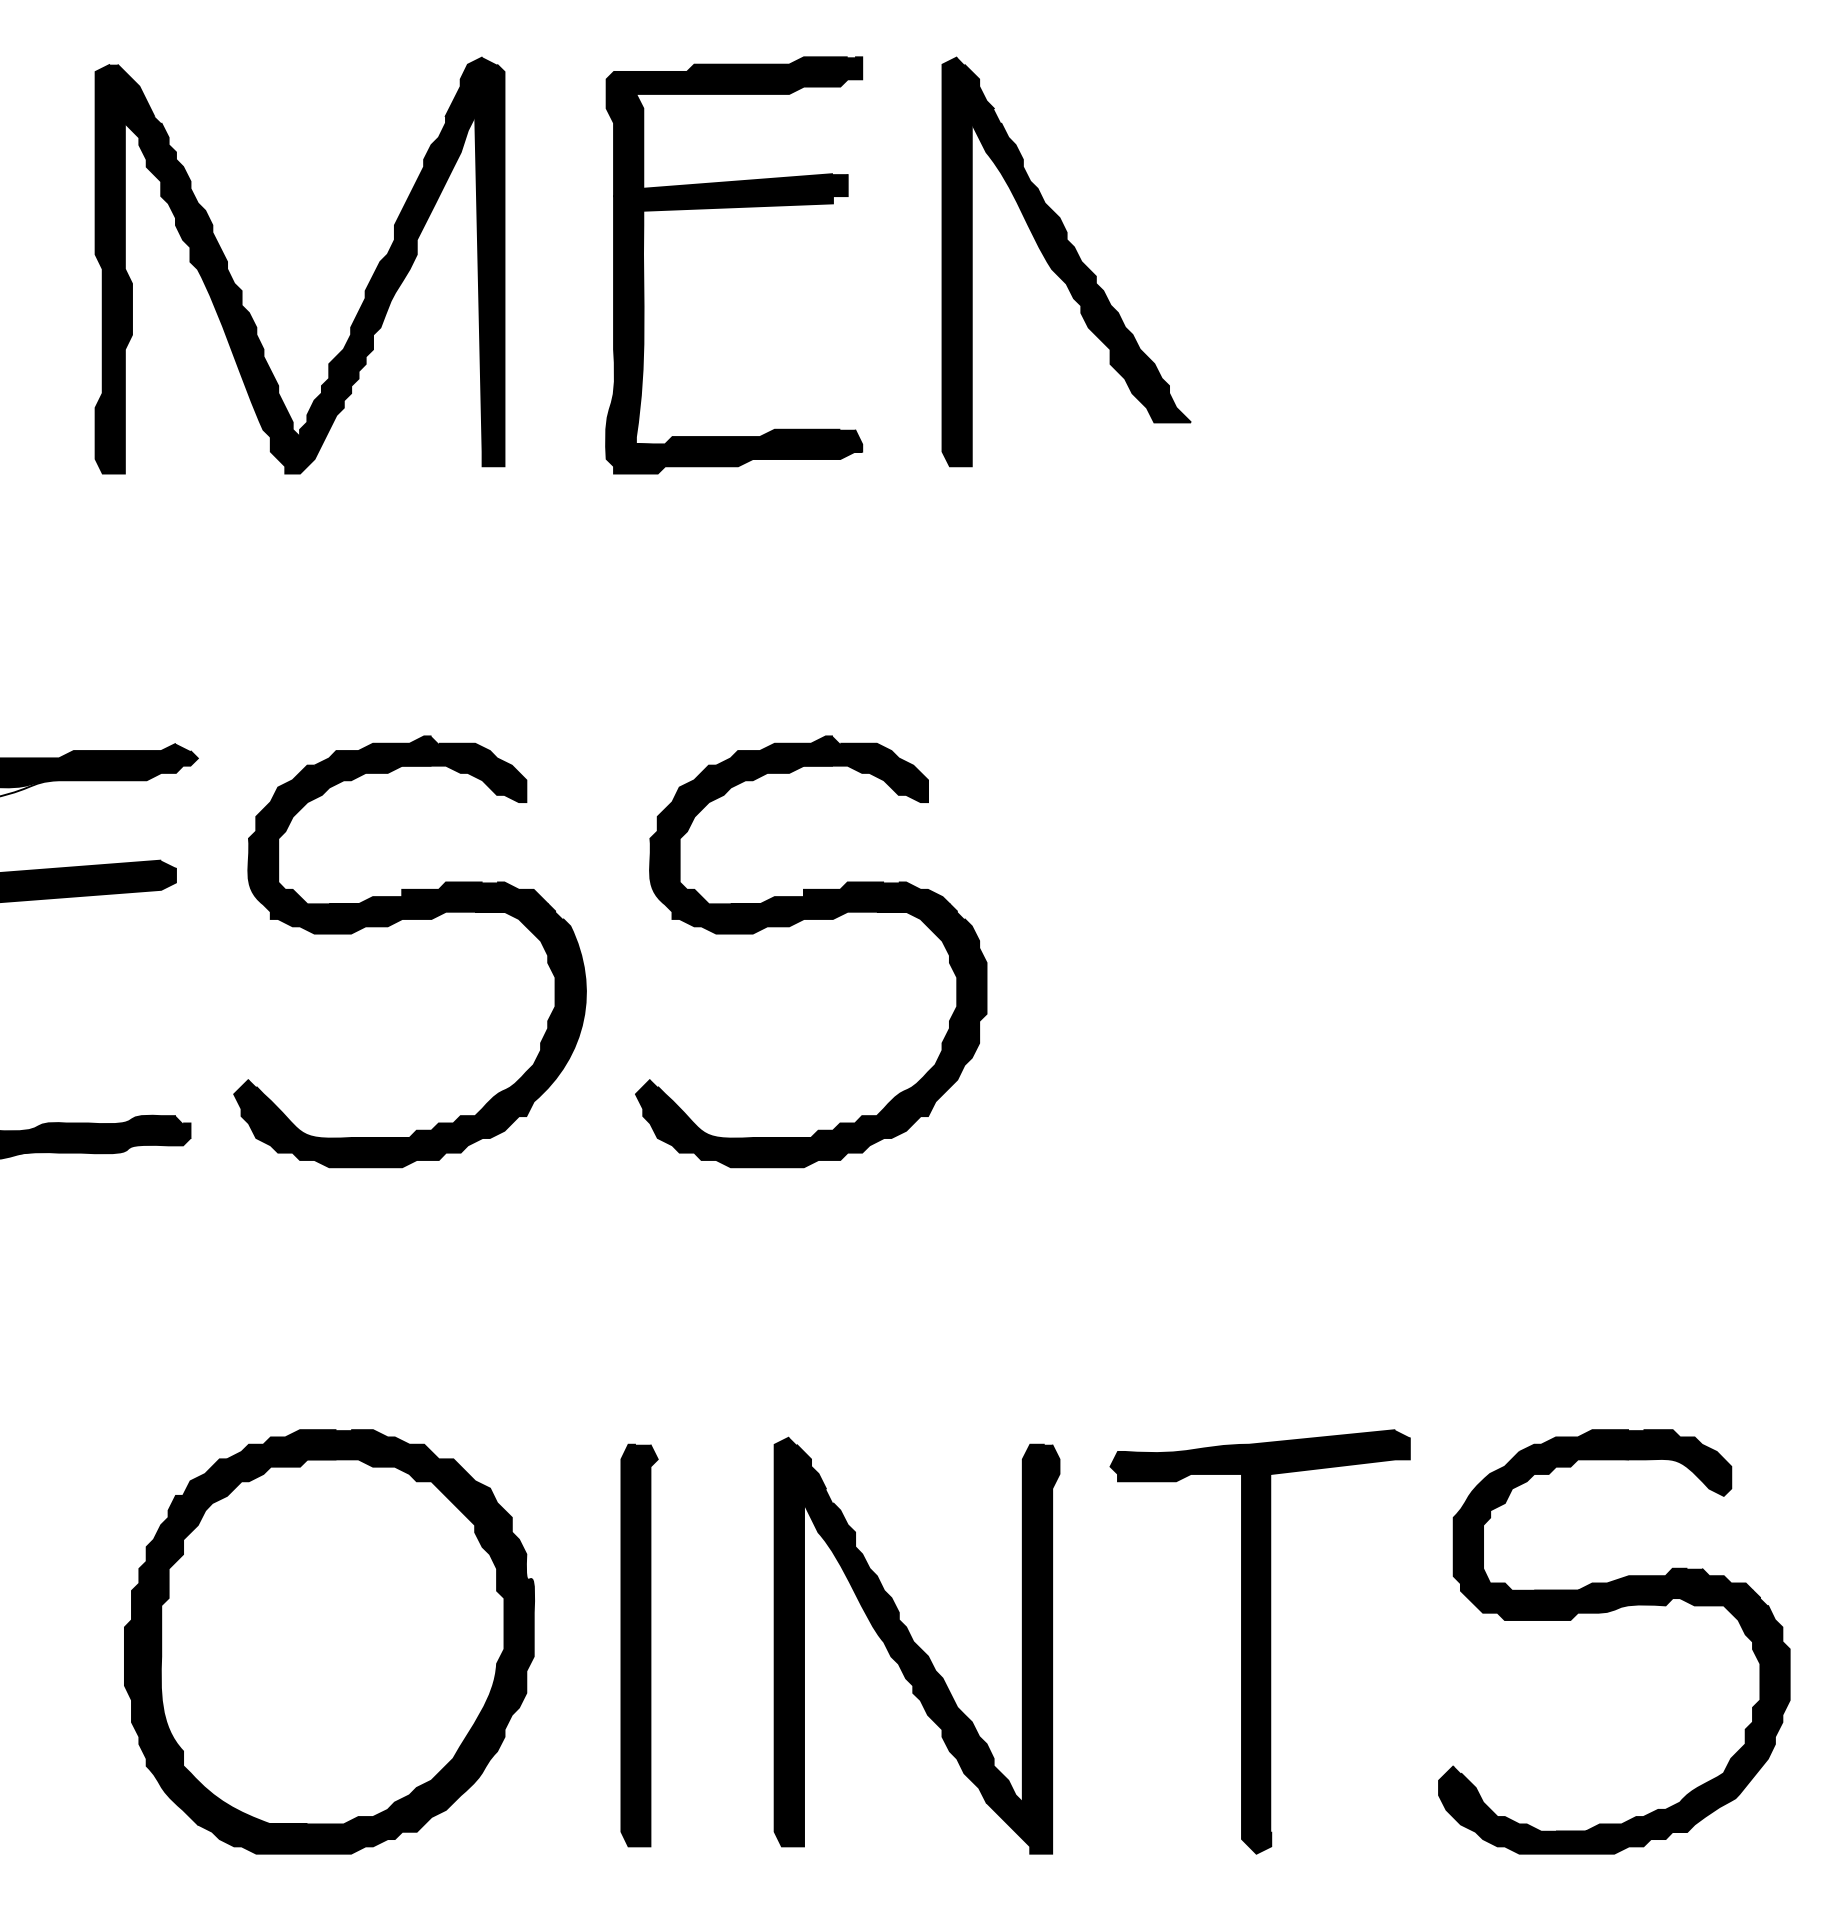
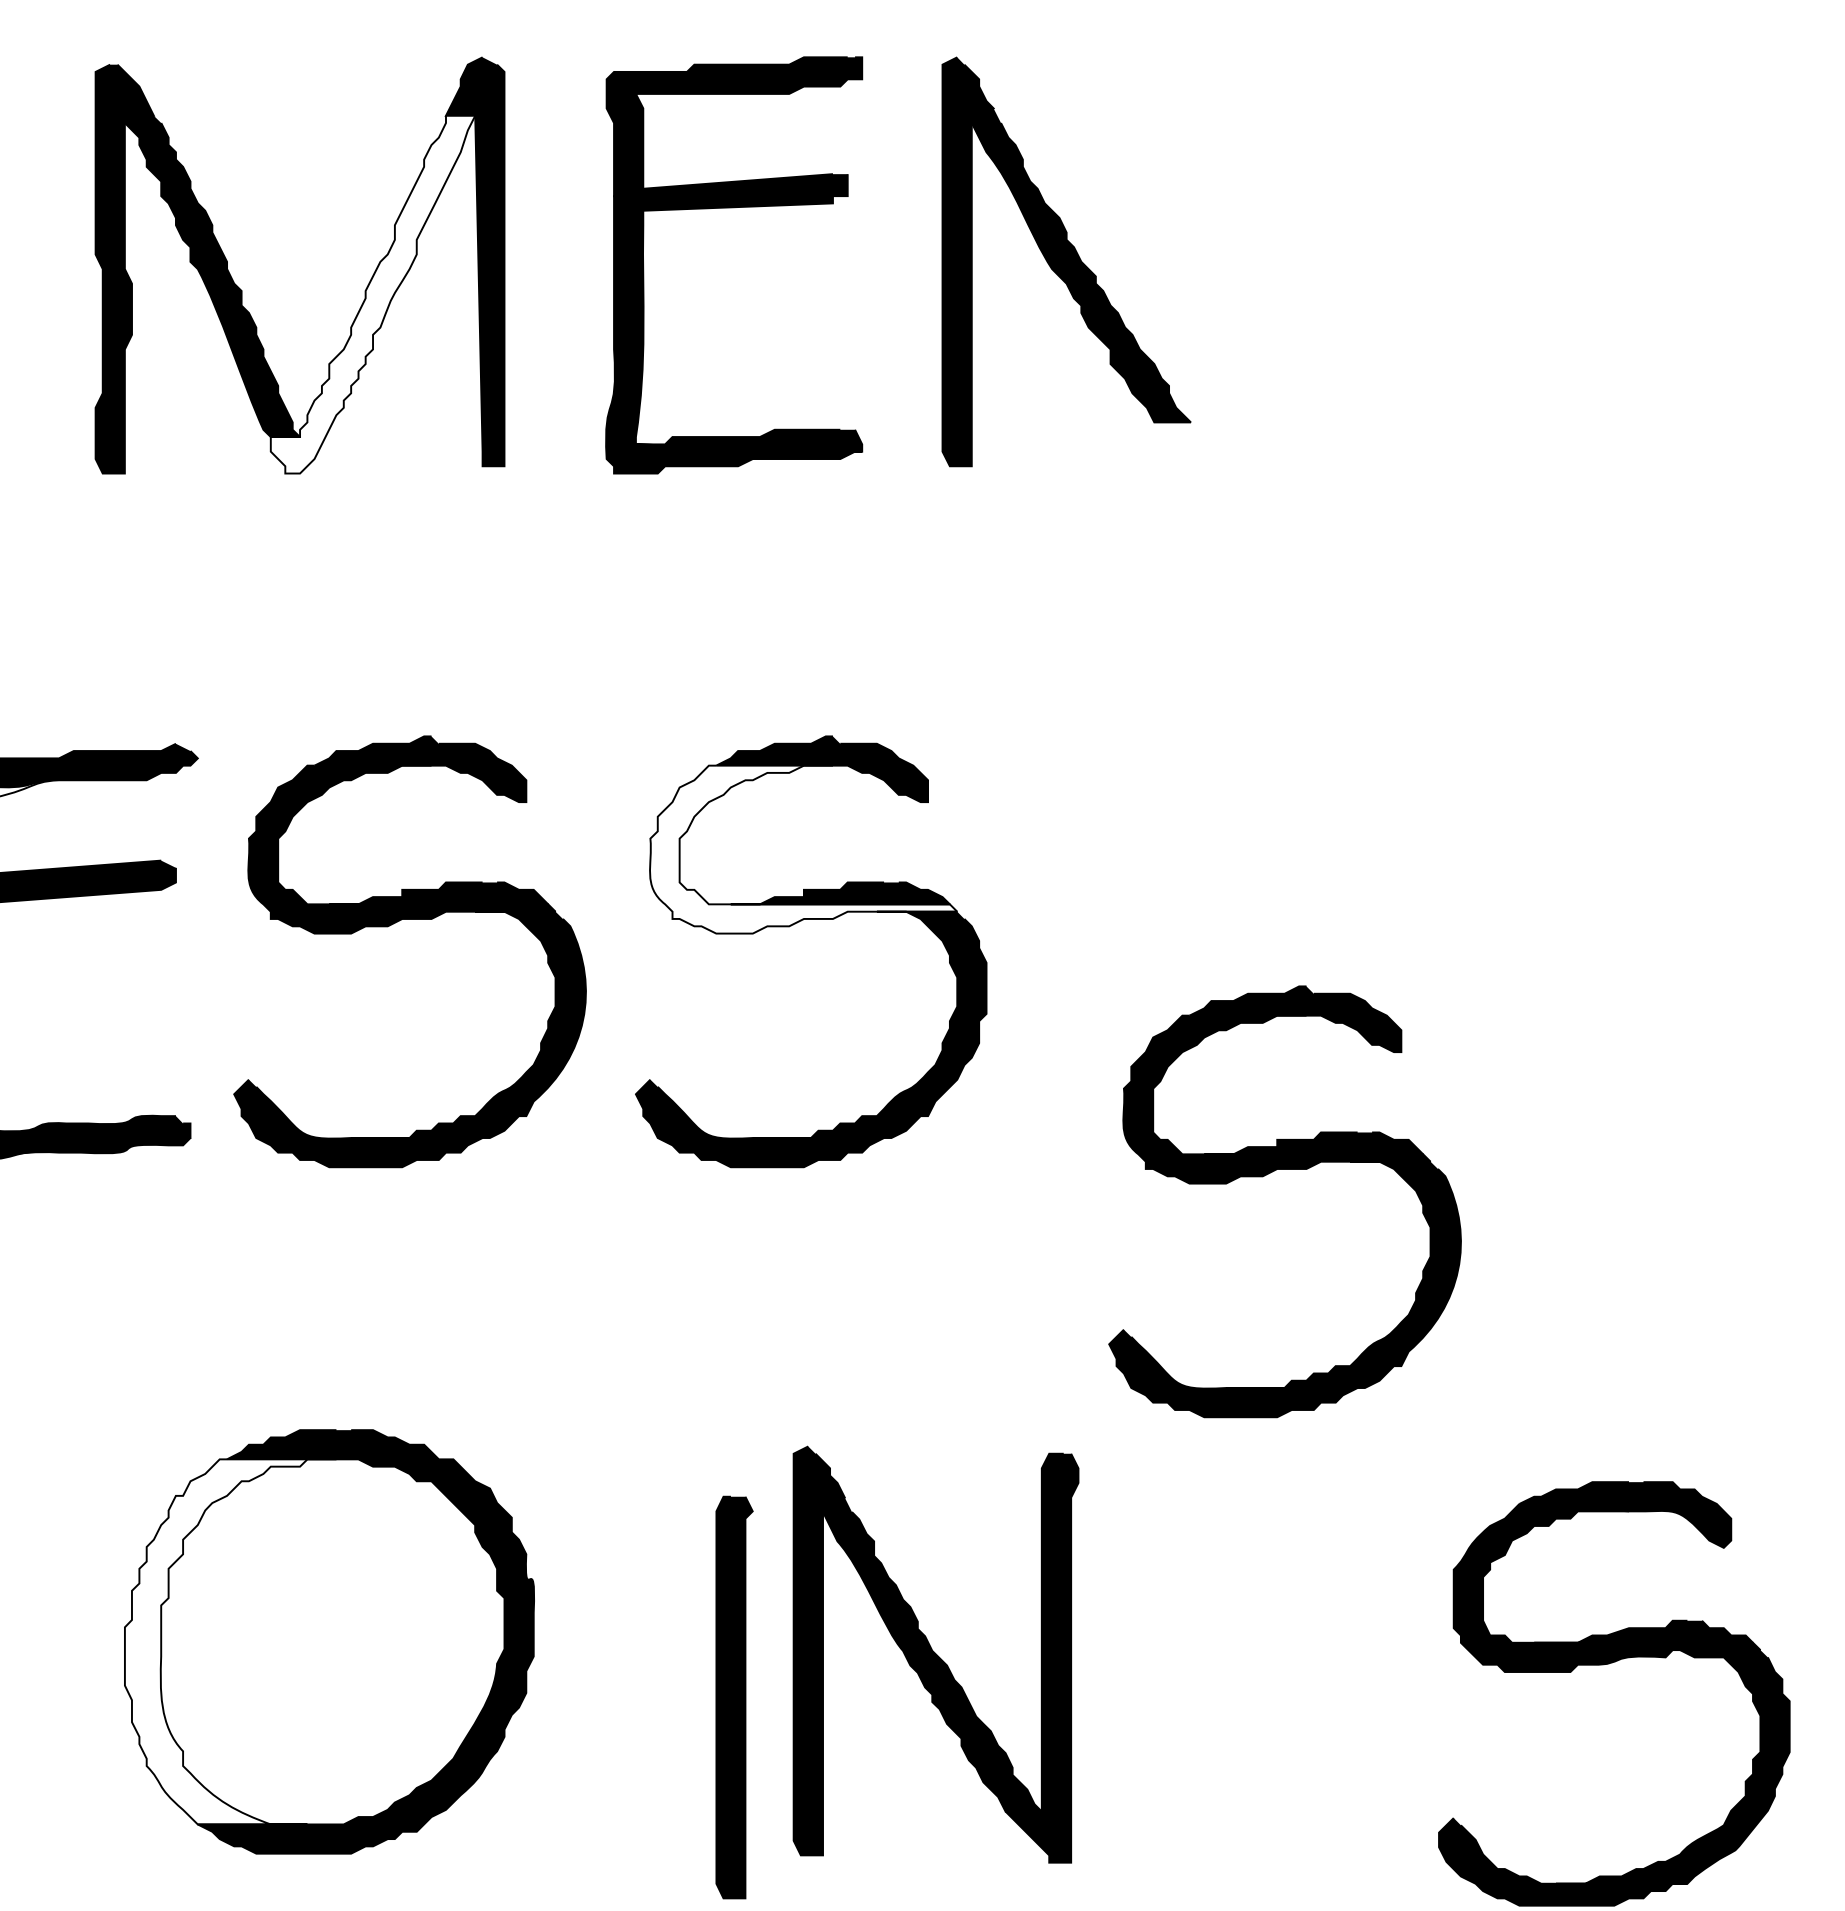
fill at (372, 294): present -> none
fill at (803, 849): present -> none
part at (1270, 1173): none -> present
part at (1609, 1612) position: (1609, 1612) -> (1609, 1664)
fill at (230, 1641): present -> none
part at (1259, 1641): present -> none
part at (639, 1645) position: (639, 1645) -> (734, 1697)
part at (916, 1645) position: (916, 1645) -> (935, 1654)
